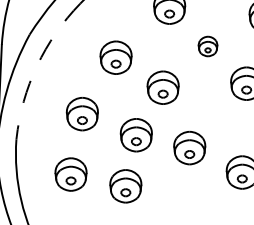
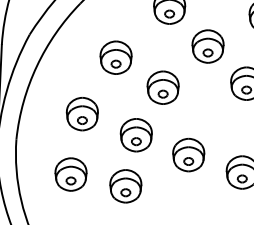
part at (207, 46) size: 22x23 px -> 34x35 px
arc at (36, 66): dashed -> solid
part at (189, 147) position: (189, 147) -> (188, 154)
